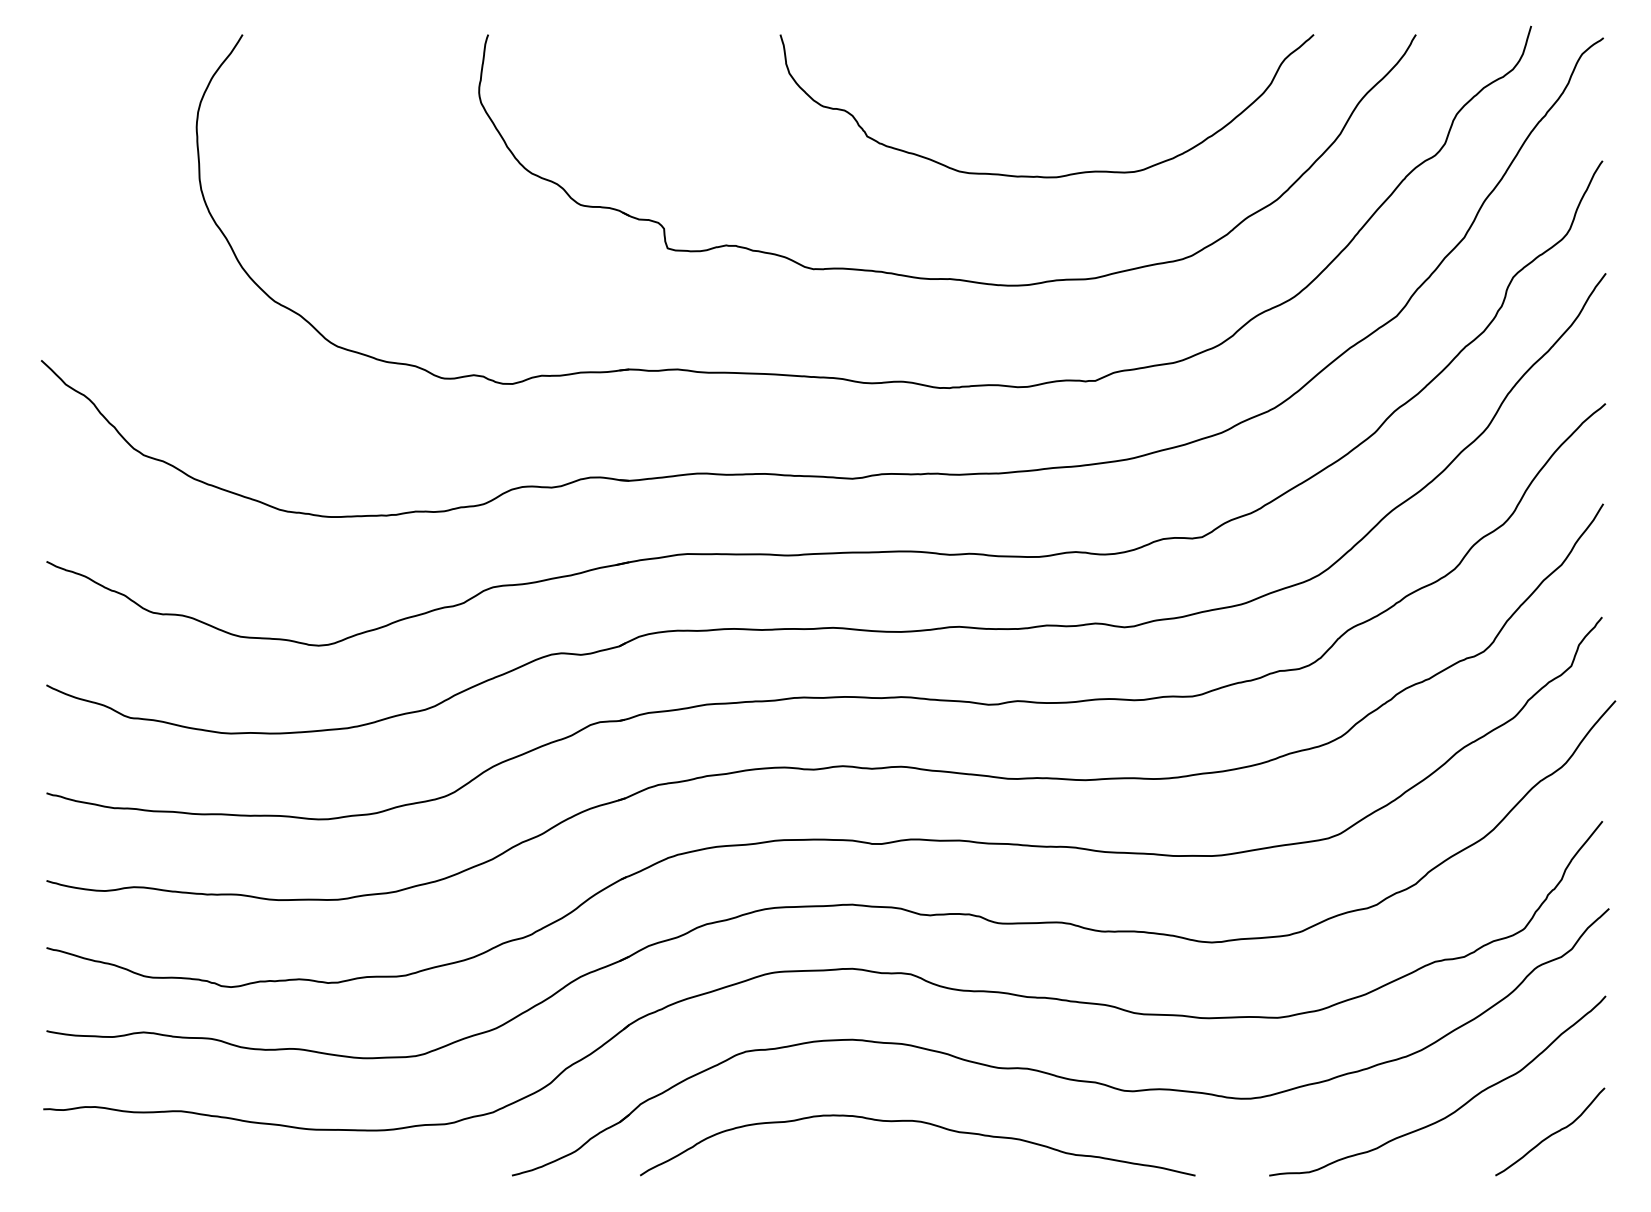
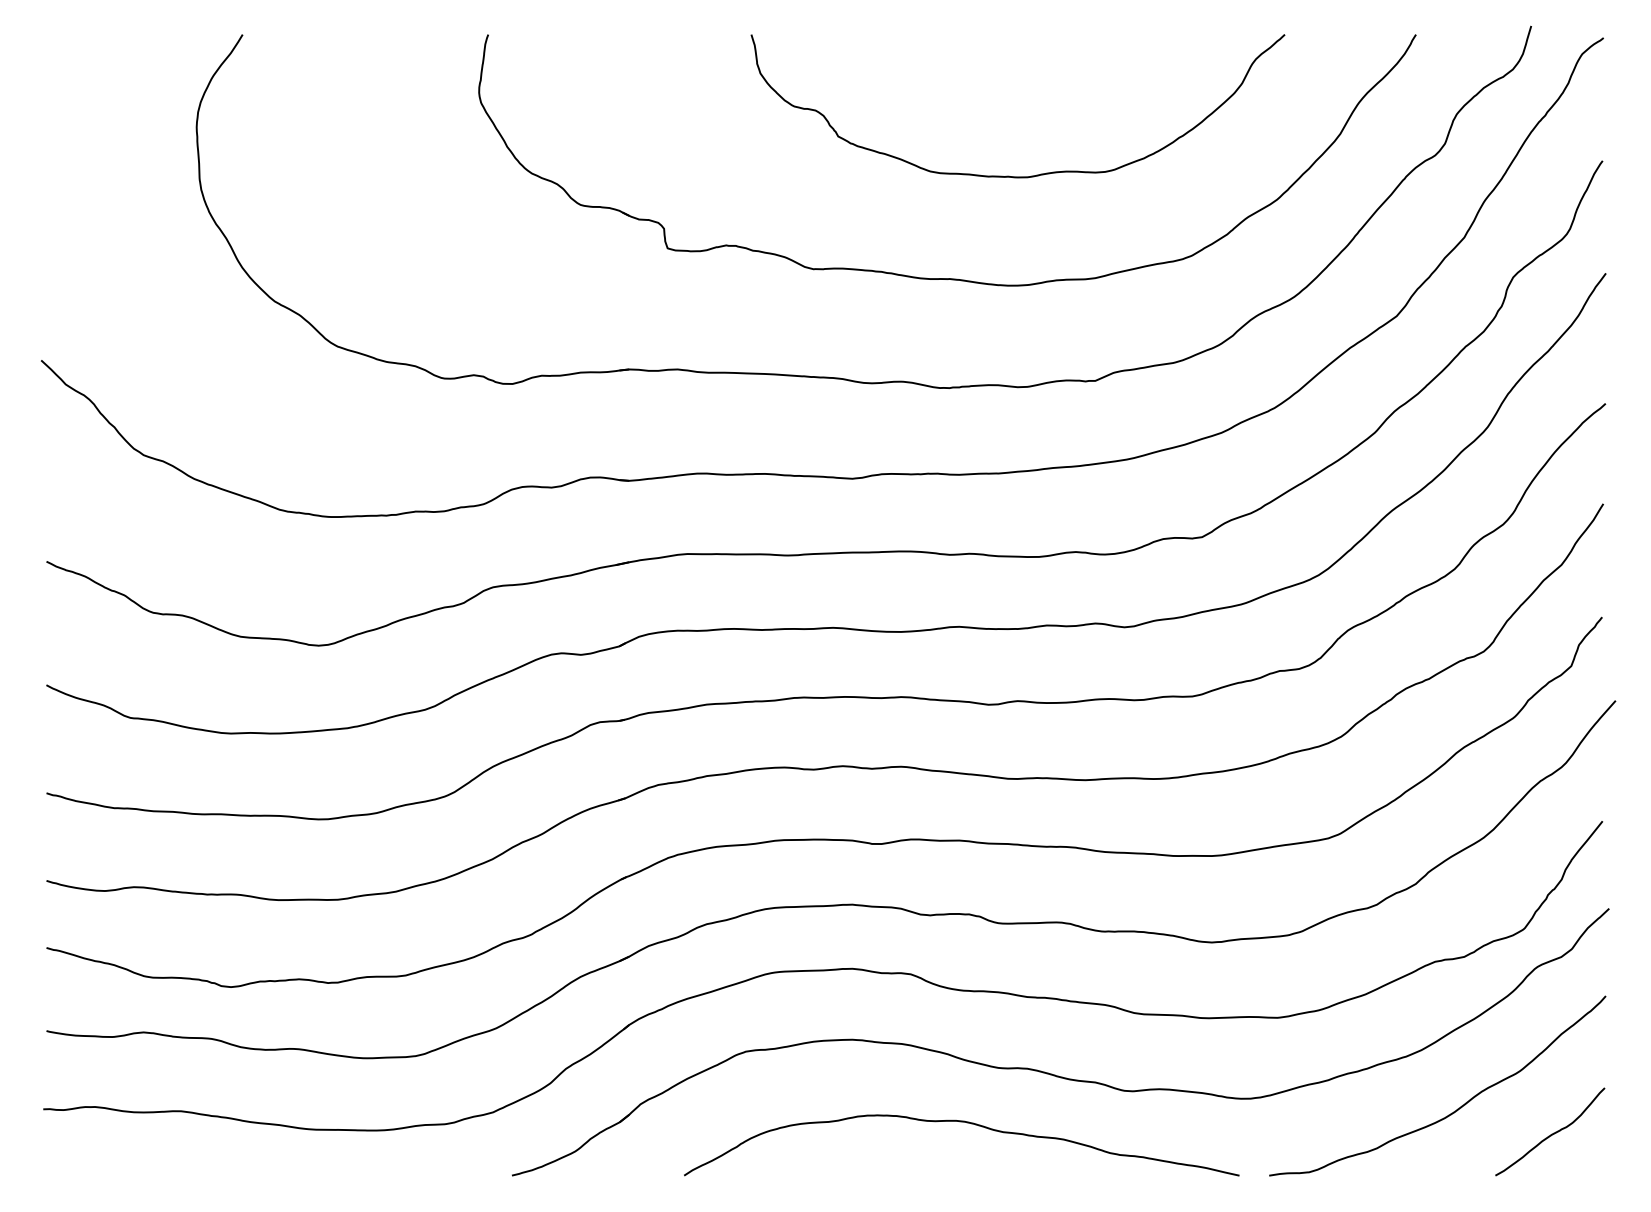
curve at (1038, 175) position: (1038, 175) -> (1009, 175)
curve at (923, 1123) position: (923, 1123) -> (967, 1123)
